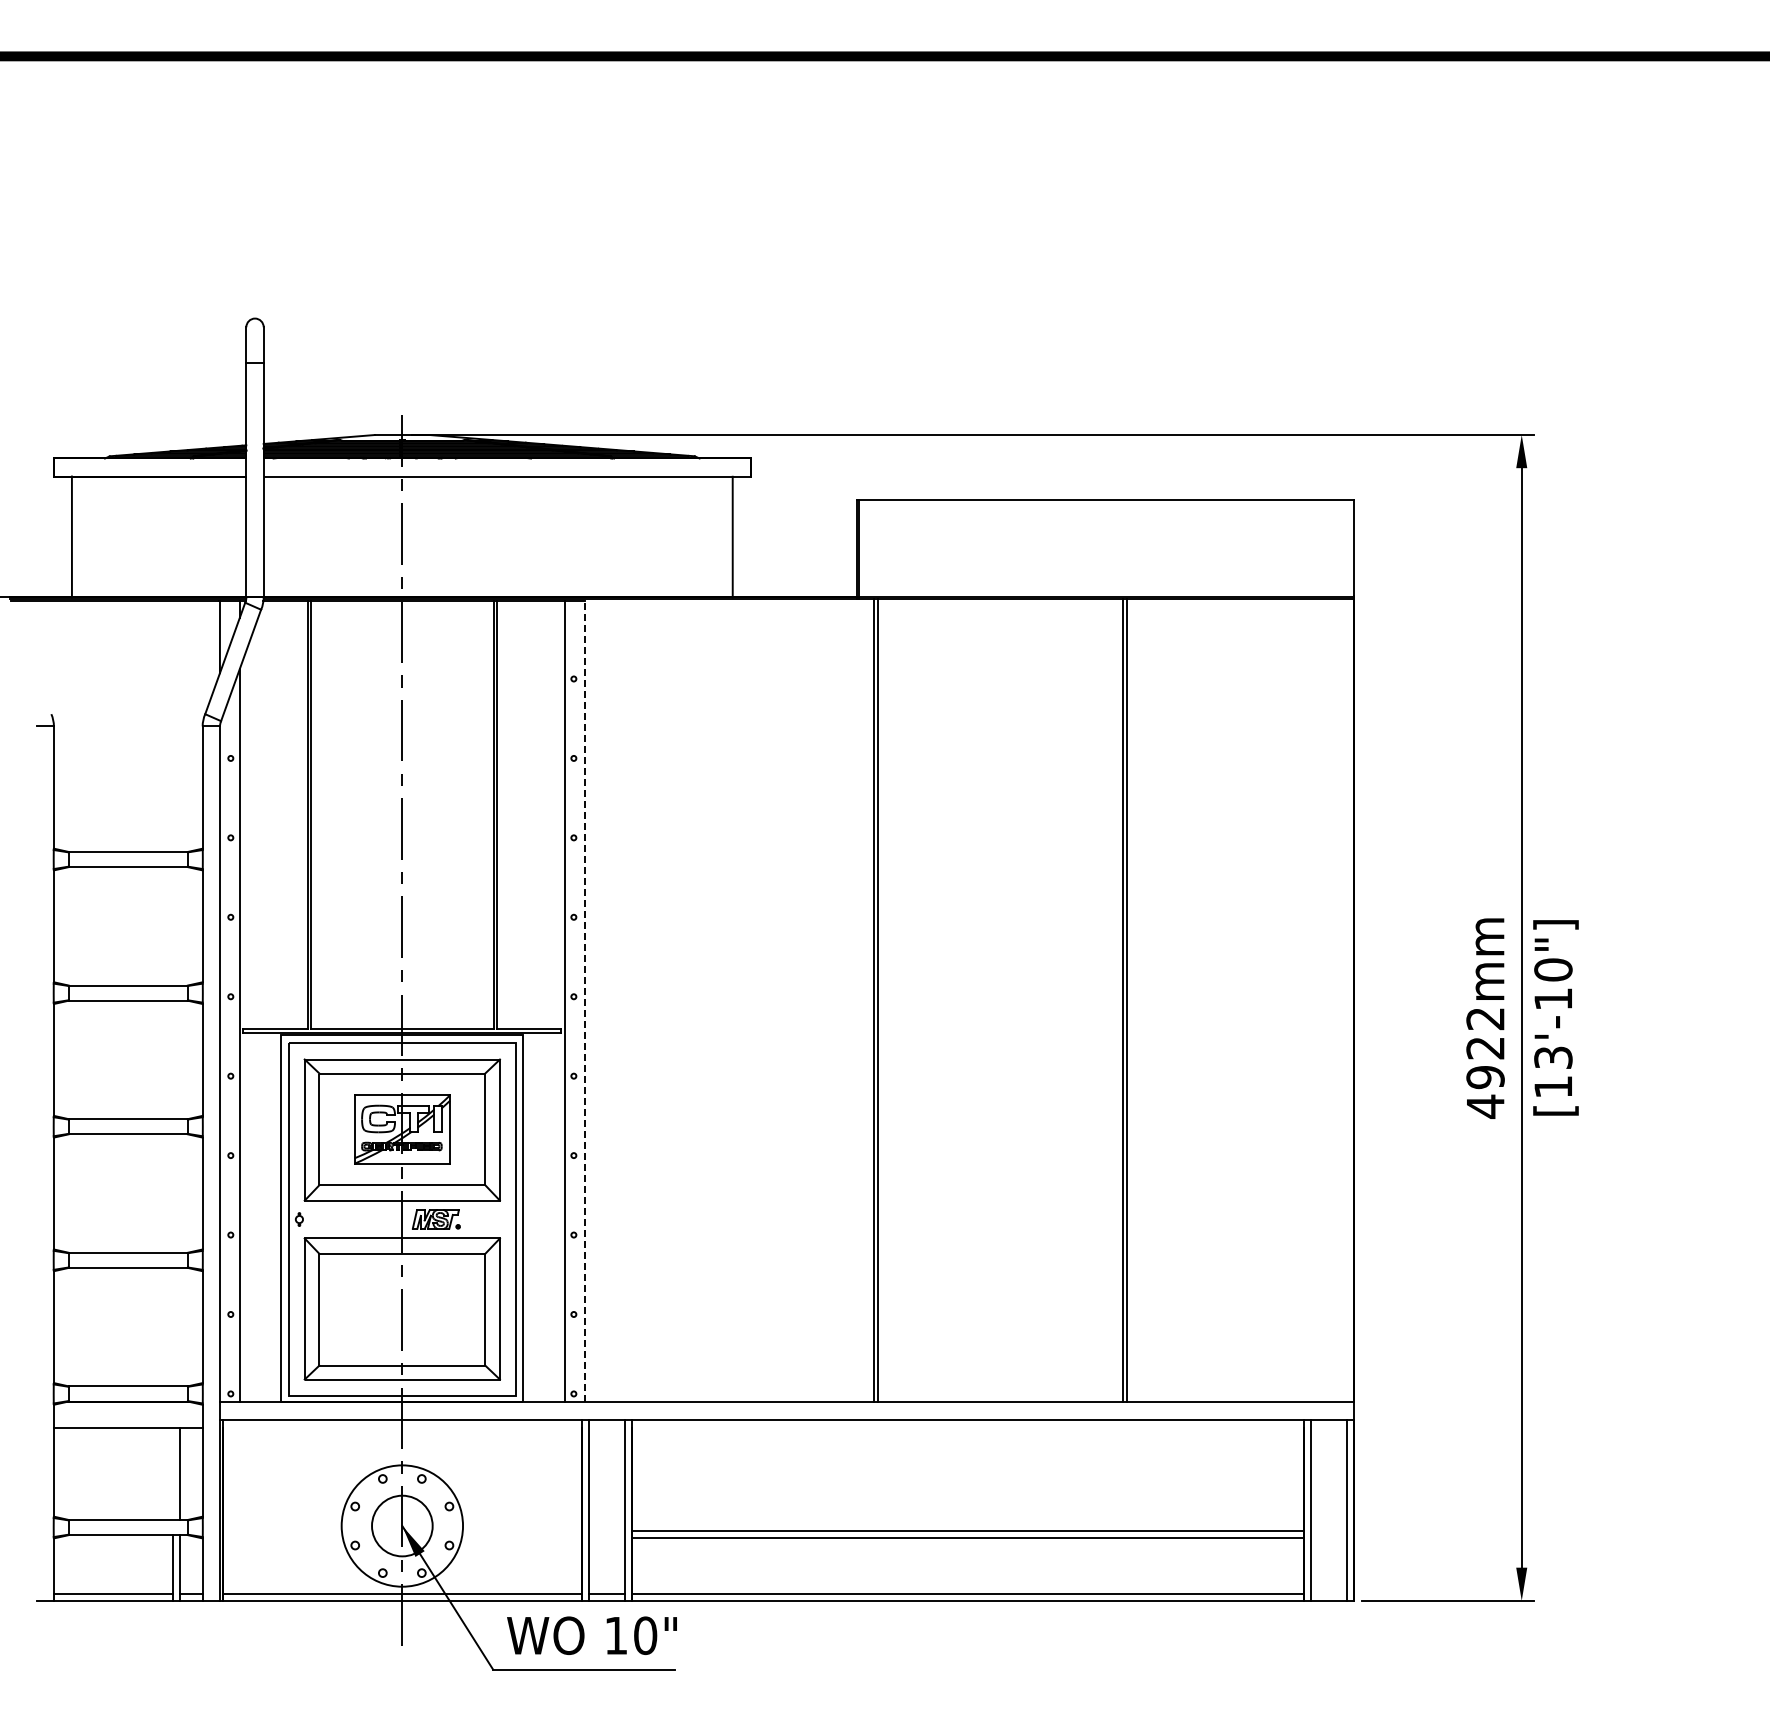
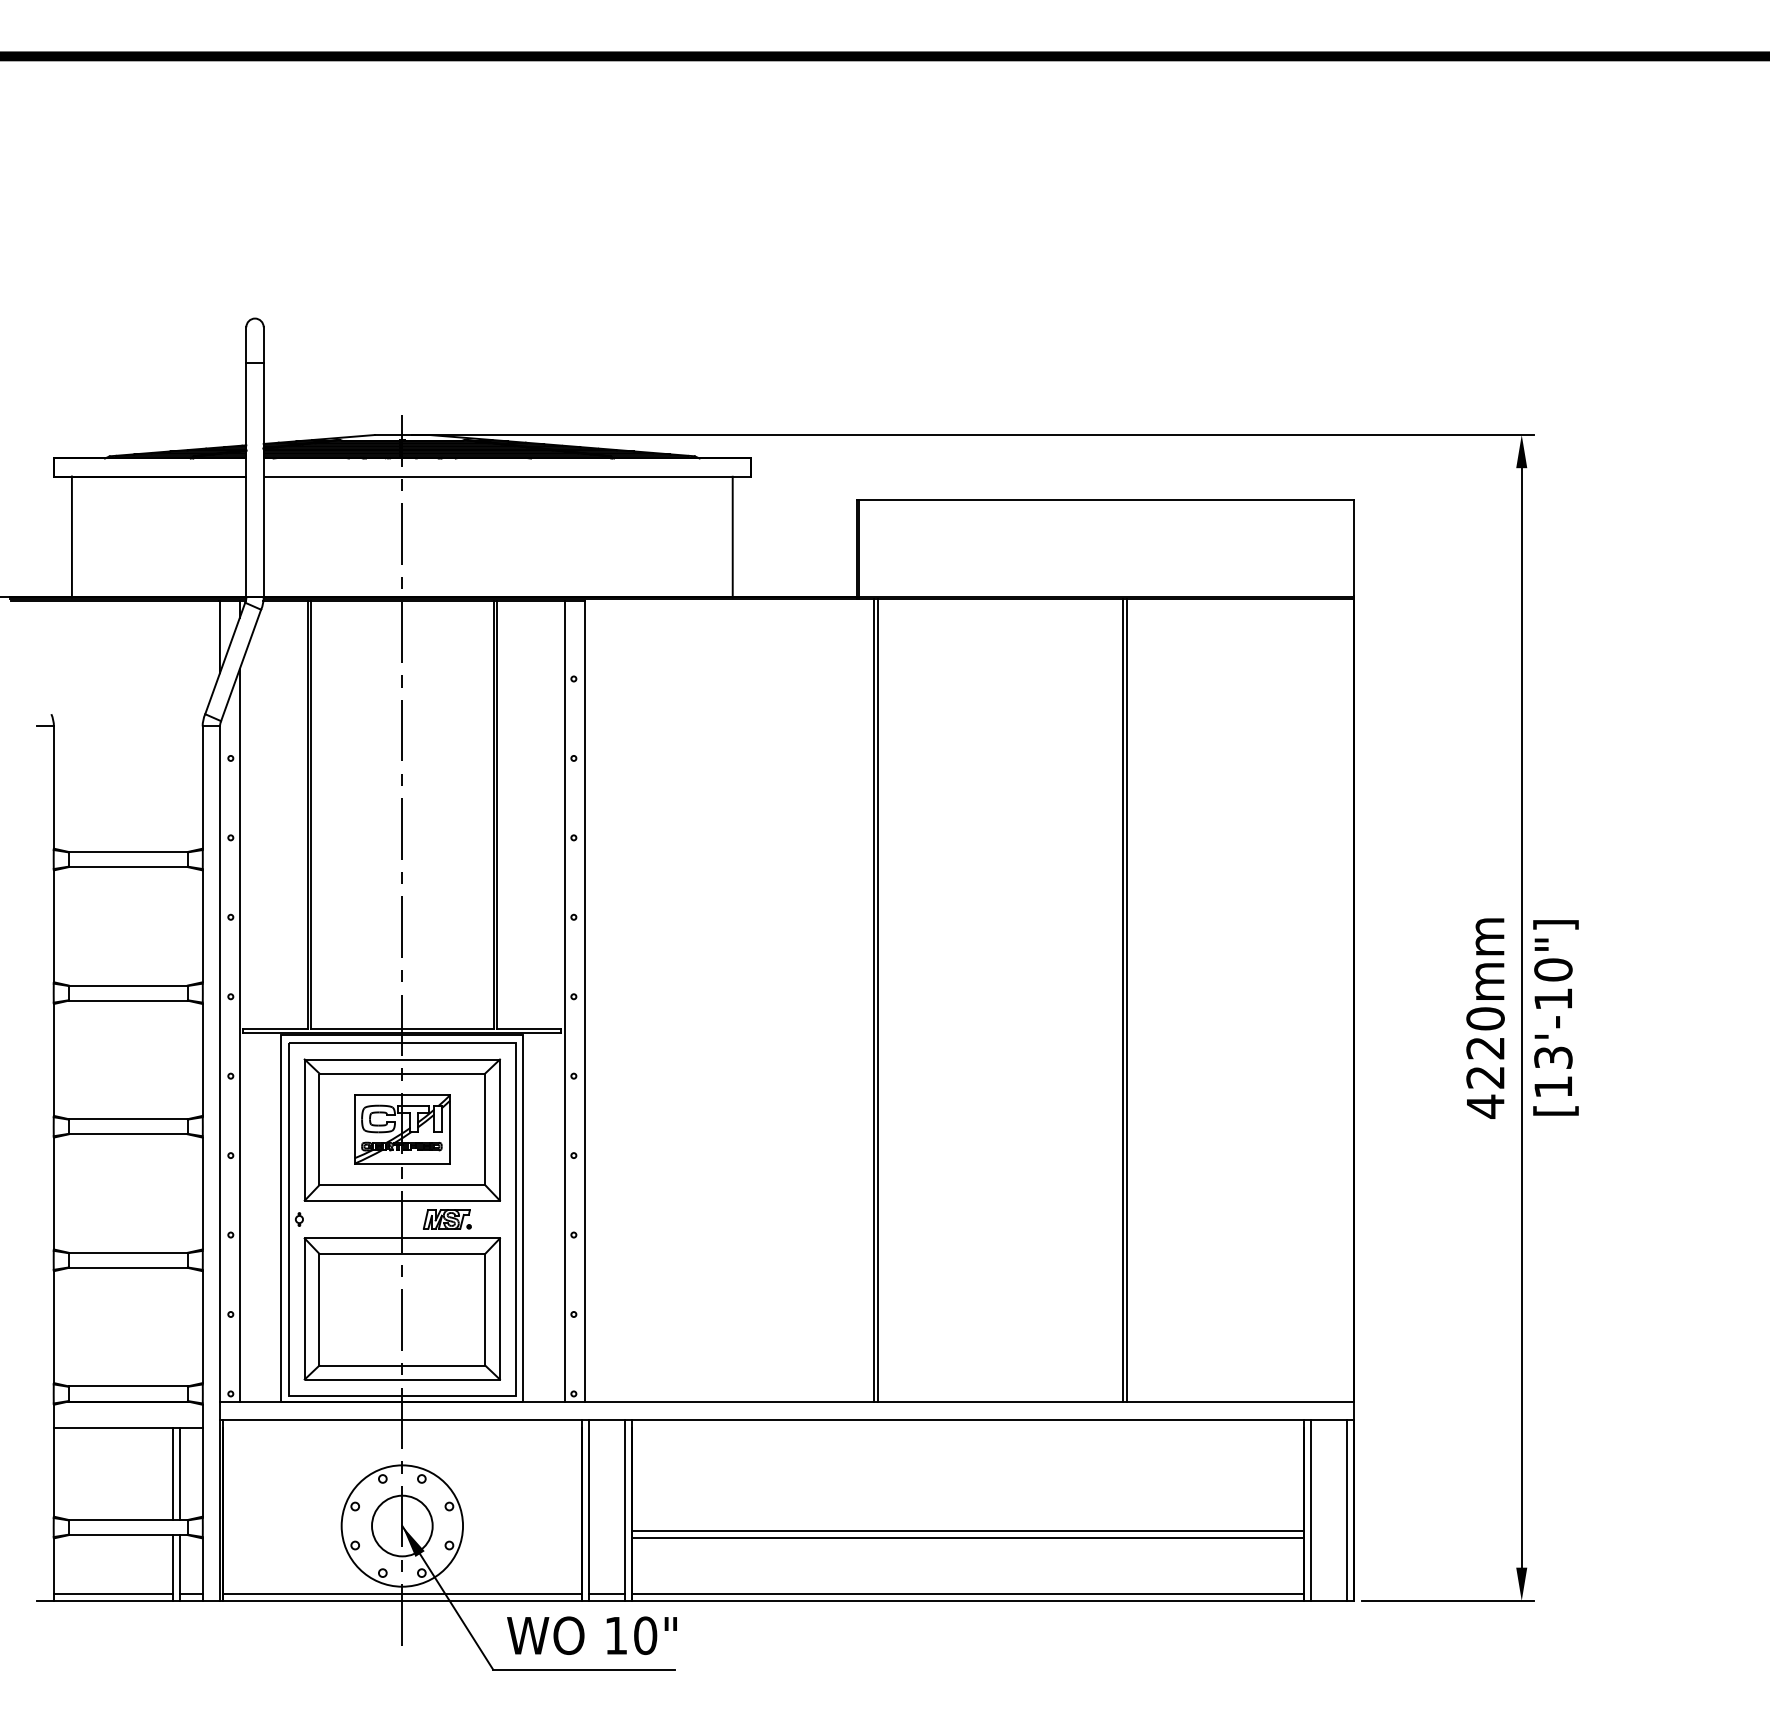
line at (585, 1001): dashed -> solid
text at (1485, 1048): 4922mm -> 4220mm
part at (436, 1219) position: (436, 1219) -> (447, 1219)
line at (172, 1473): none -> present
